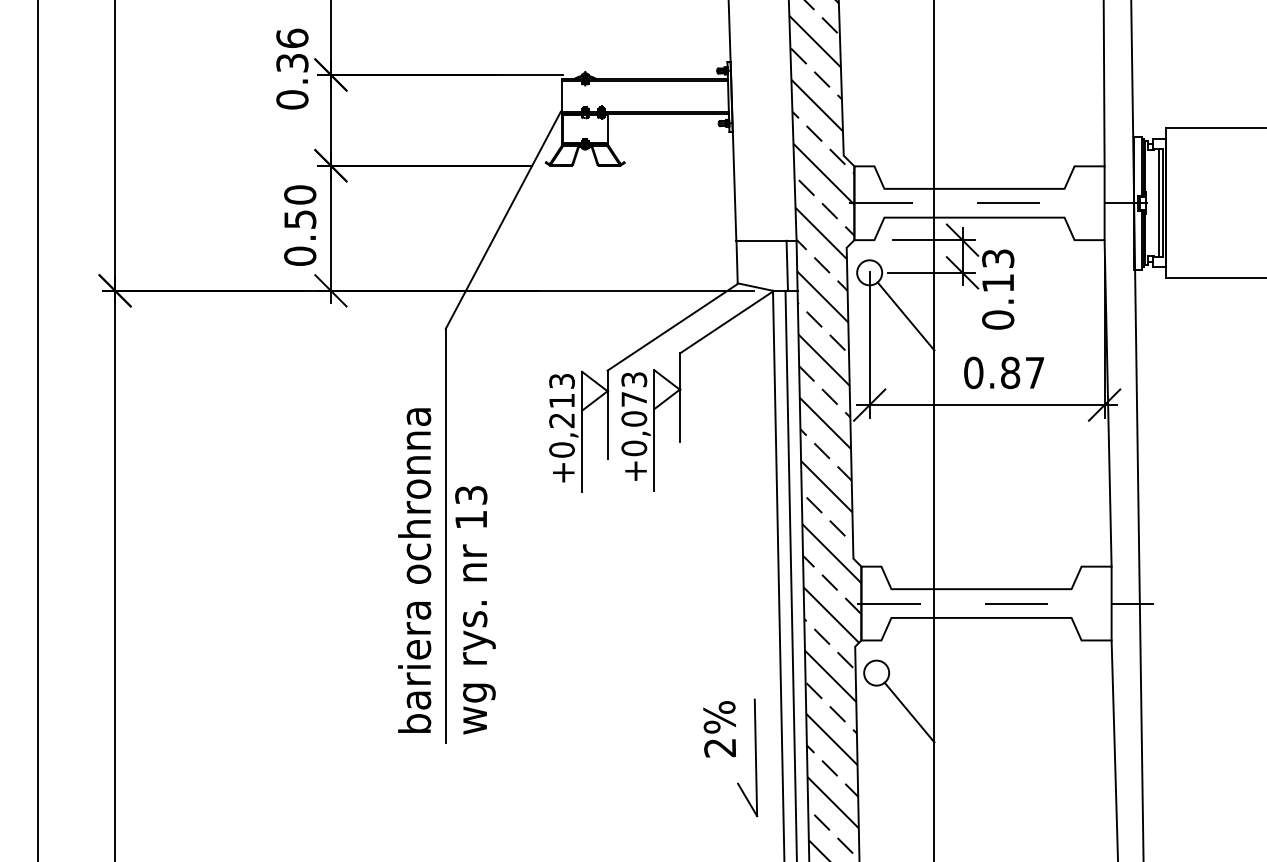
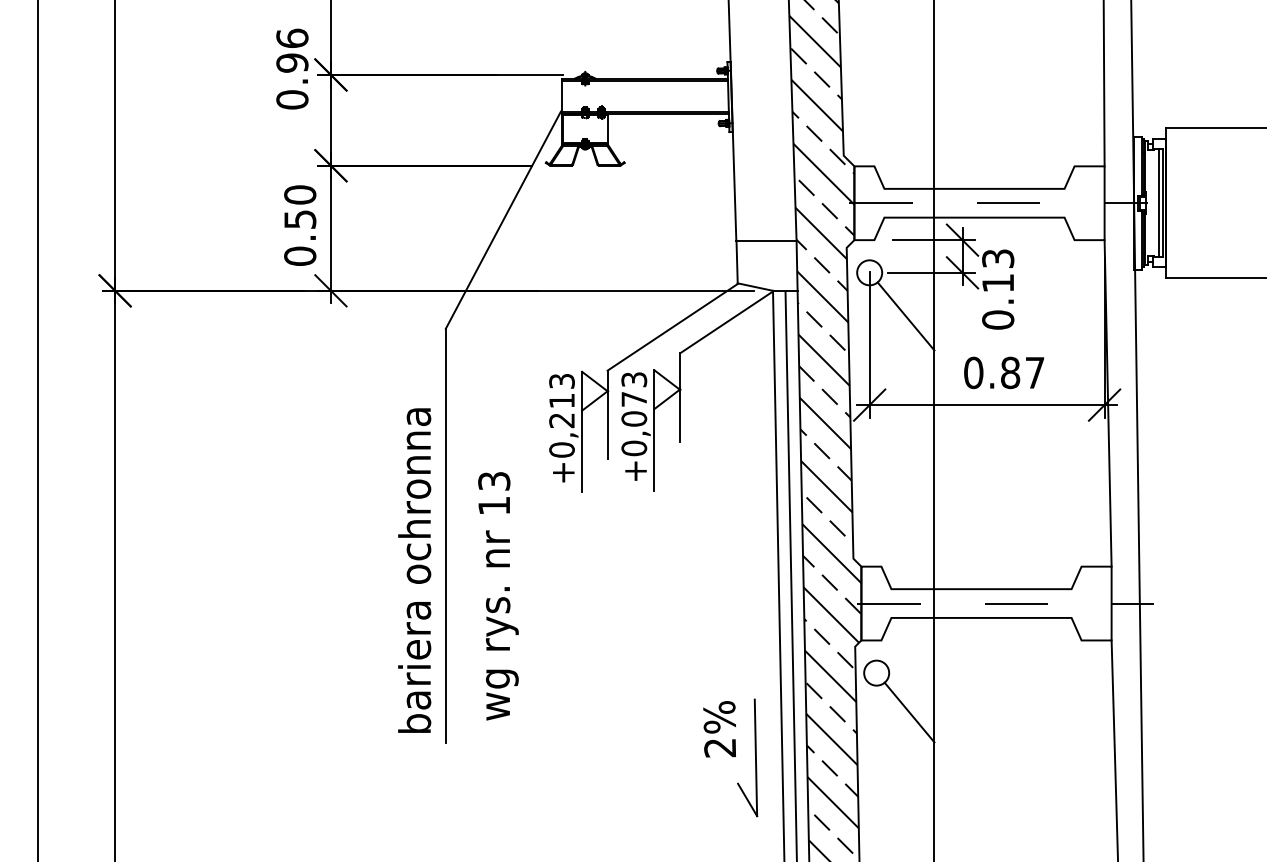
text at (292, 62): 0.36 -> 0.96
line at (786, 265): present -> none
text at (475, 610) position: (475, 610) -> (498, 596)
